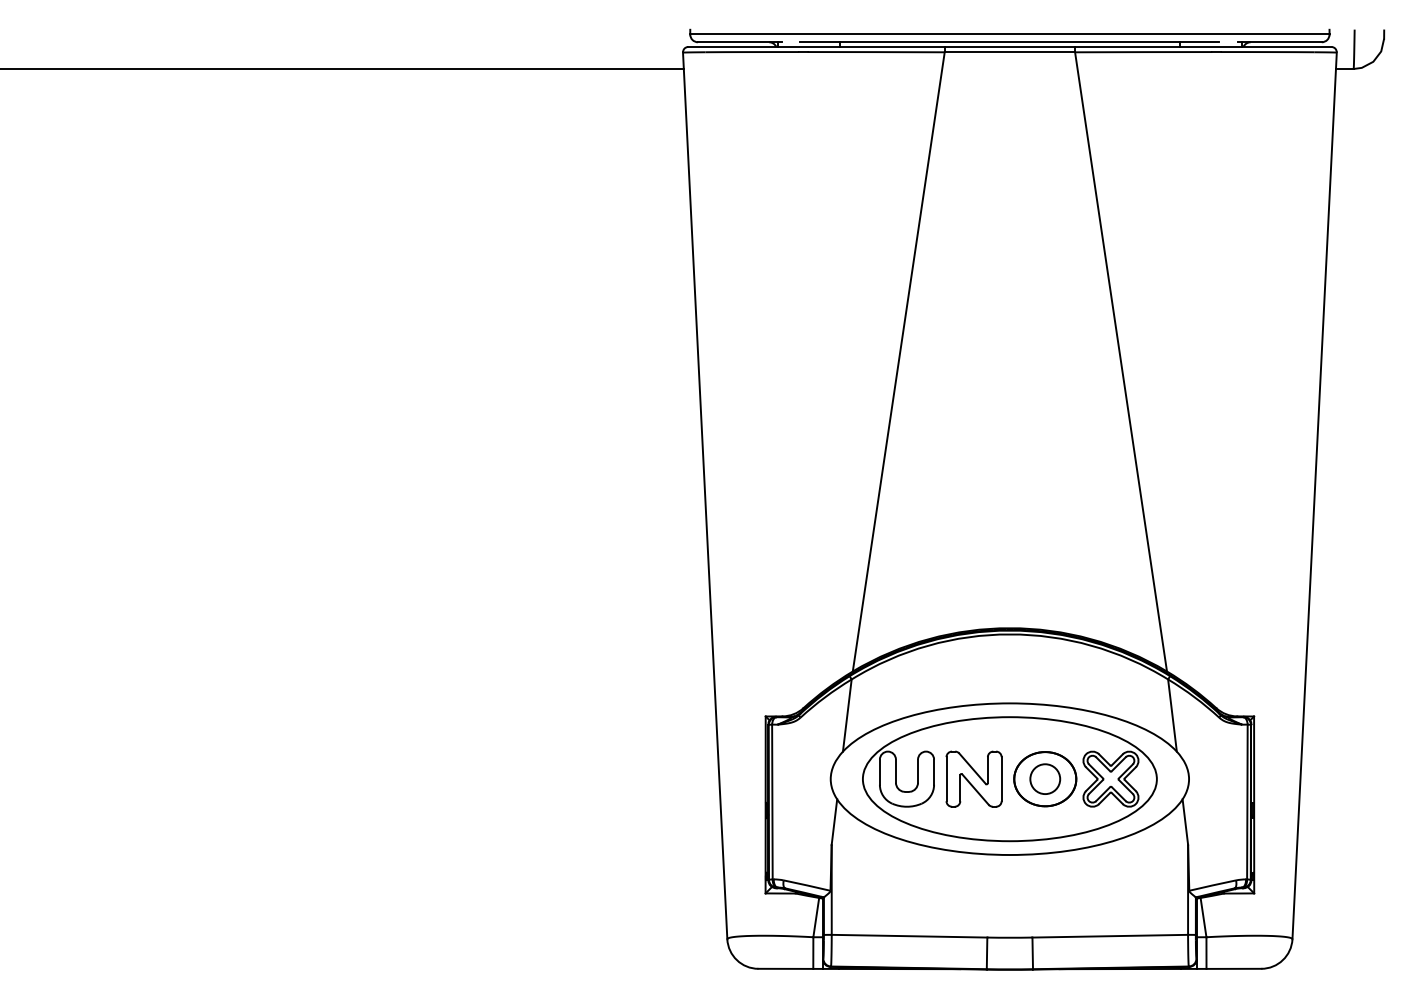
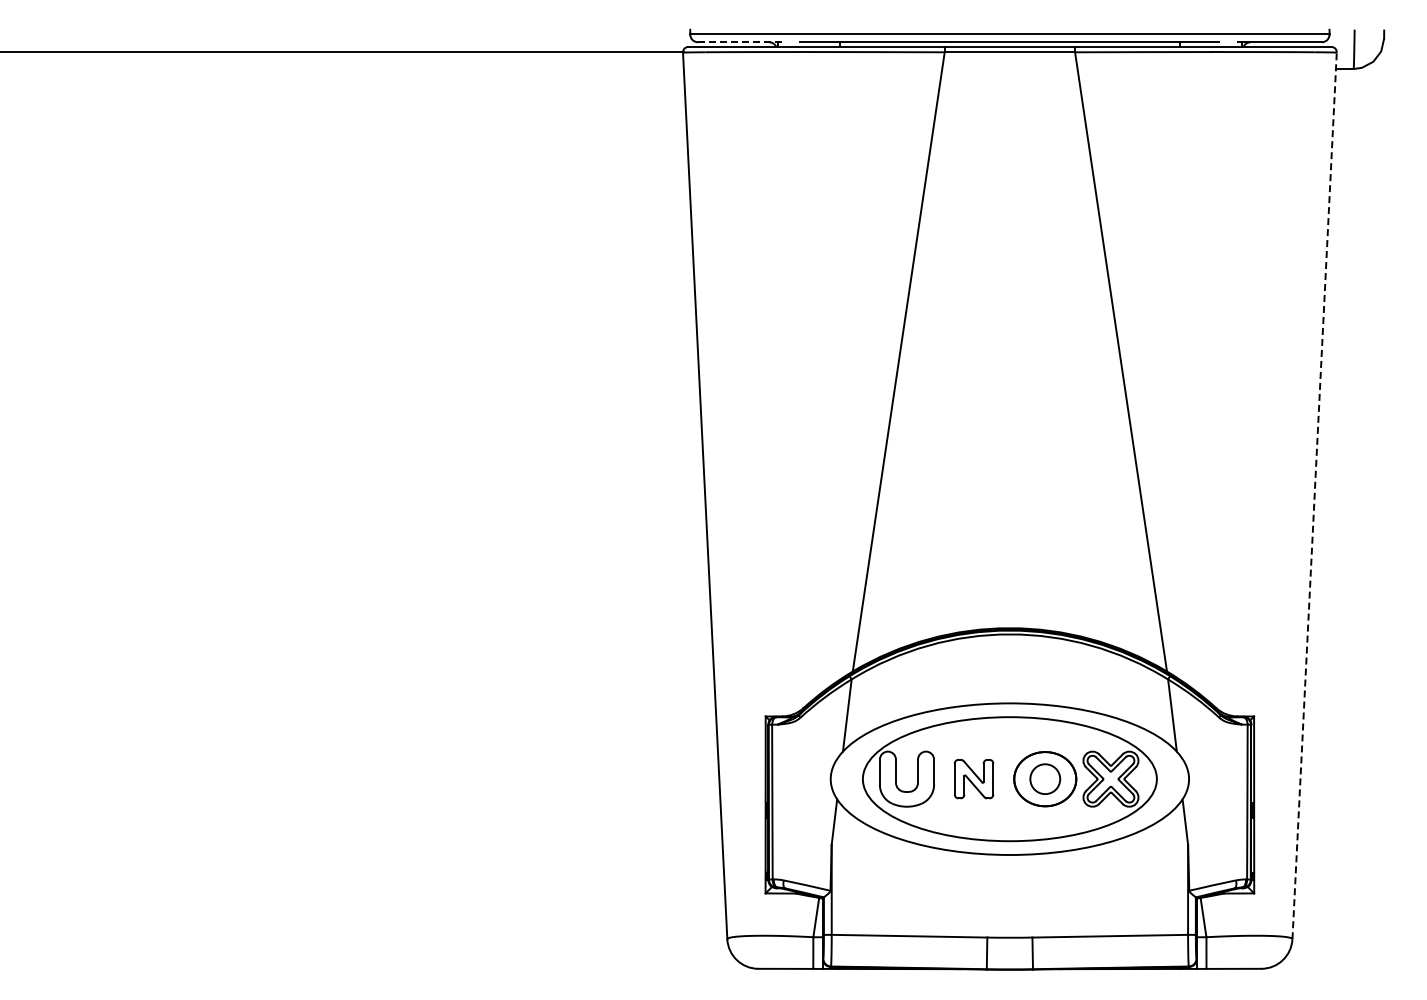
line at (739, 42): solid -> dashed
line at (342, 69) position: (342, 69) -> (342, 52)
line at (1314, 495): solid -> dashed
part at (973, 778) size: 58x58 px -> 41x41 px
